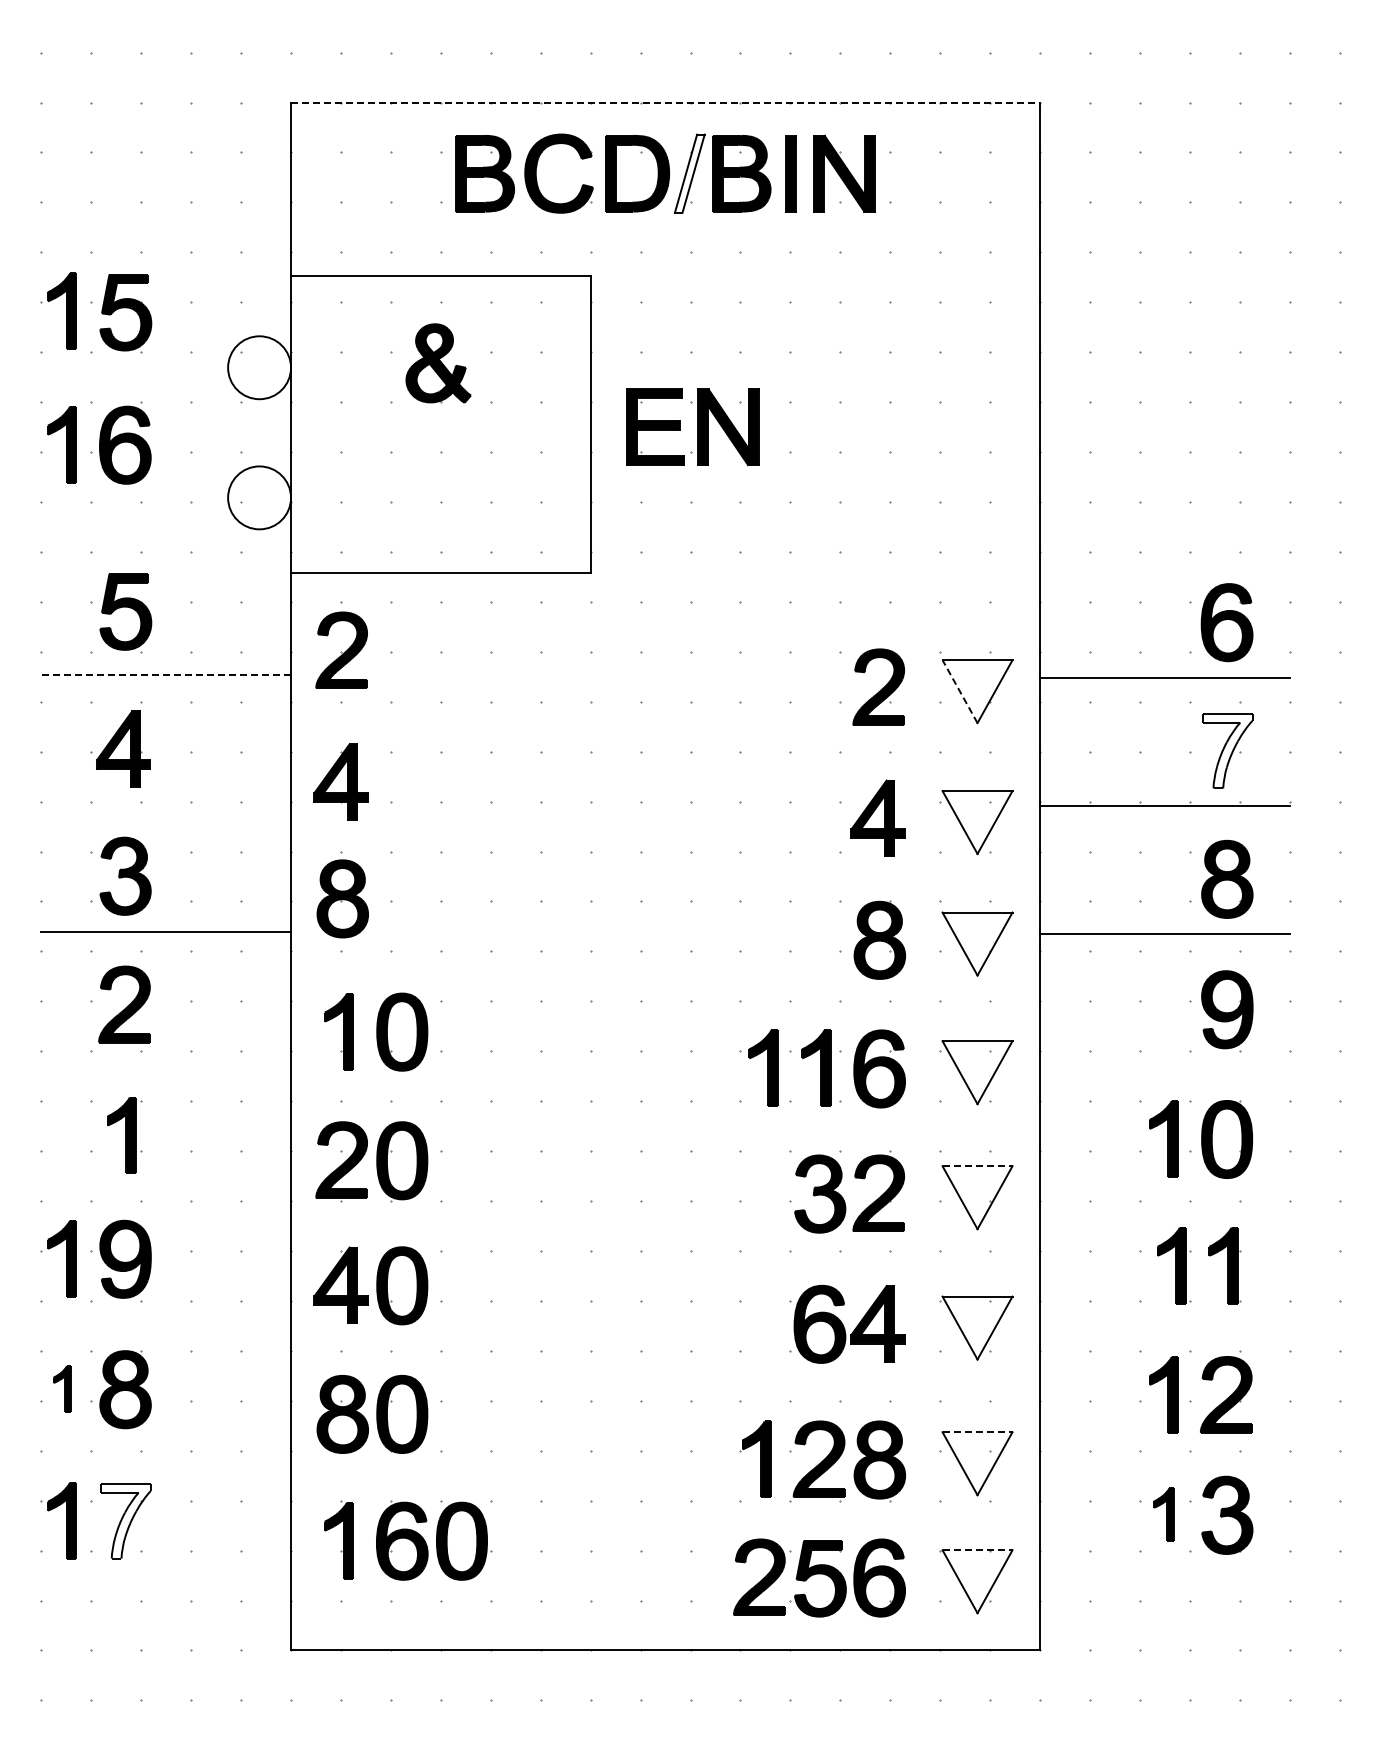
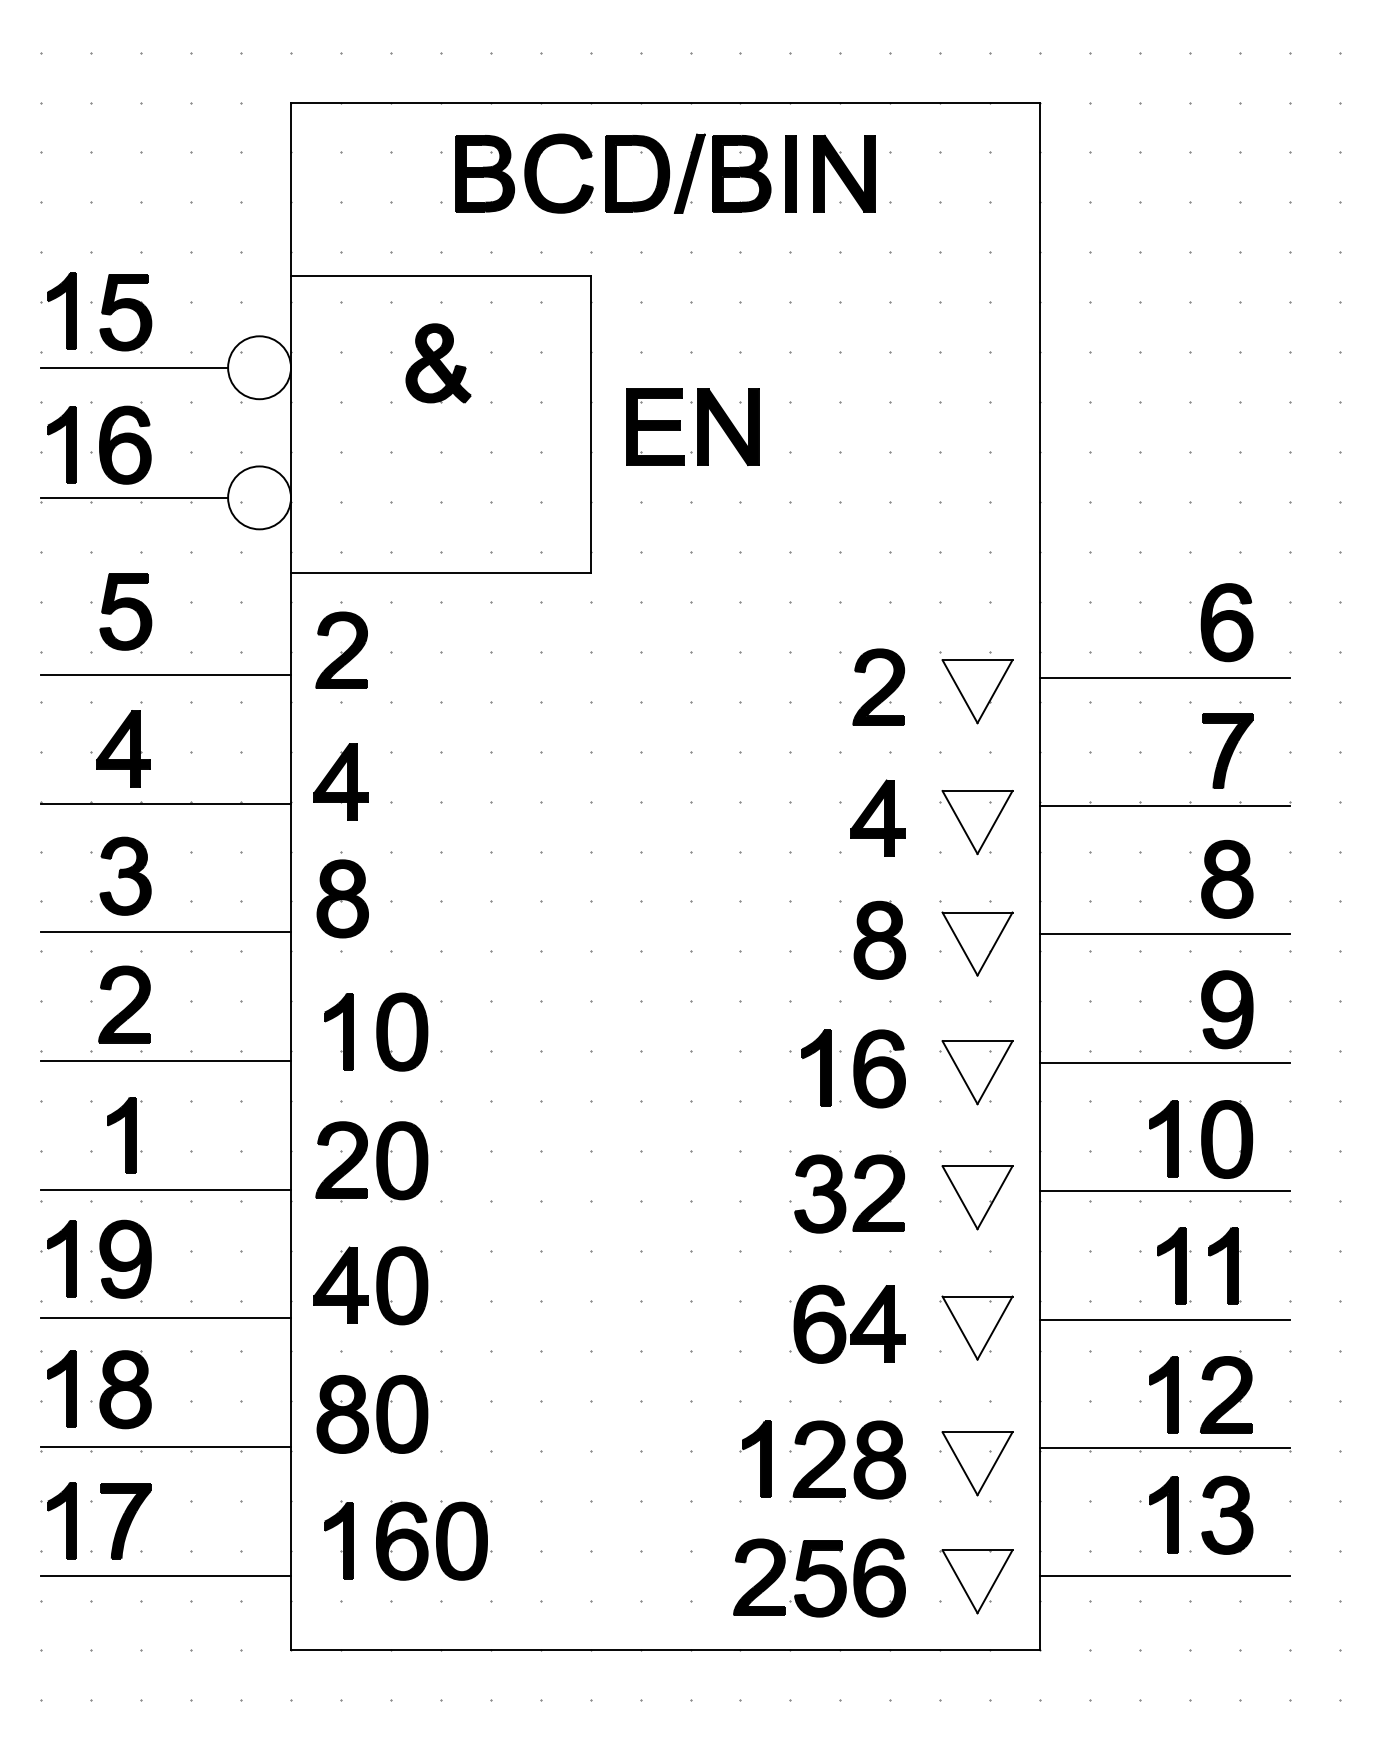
line at (666, 102): dashed -> solid
fill at (689, 173): none -> present
line at (134, 367): none -> present
line at (134, 497): none -> present
line at (166, 675): dashed -> solid
line at (960, 691): dashed -> solid
fill at (1227, 750): none -> present
line at (166, 803): none -> present
line at (166, 1061): none -> present
line at (1164, 1062): none -> present
part at (763, 1067): present -> none
line at (977, 1166): dashed -> solid
line at (166, 1189): none -> present
line at (1164, 1191): none -> present
line at (166, 1318): none -> present
line at (1164, 1319): none -> present
part at (62, 1388) size: 19x48 px -> 30x78 px
line at (977, 1432): dashed -> solid
line at (166, 1446): none -> present
line at (1164, 1447): none -> present
part at (1163, 1514) size: 22x55 px -> 30x78 px
fill at (125, 1520): none -> present
line at (977, 1550): dashed -> solid
line at (166, 1575): none -> present
line at (1164, 1576): none -> present
